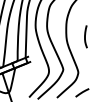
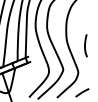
line at (85, 36) position: (85, 36) -> (85, 45)
